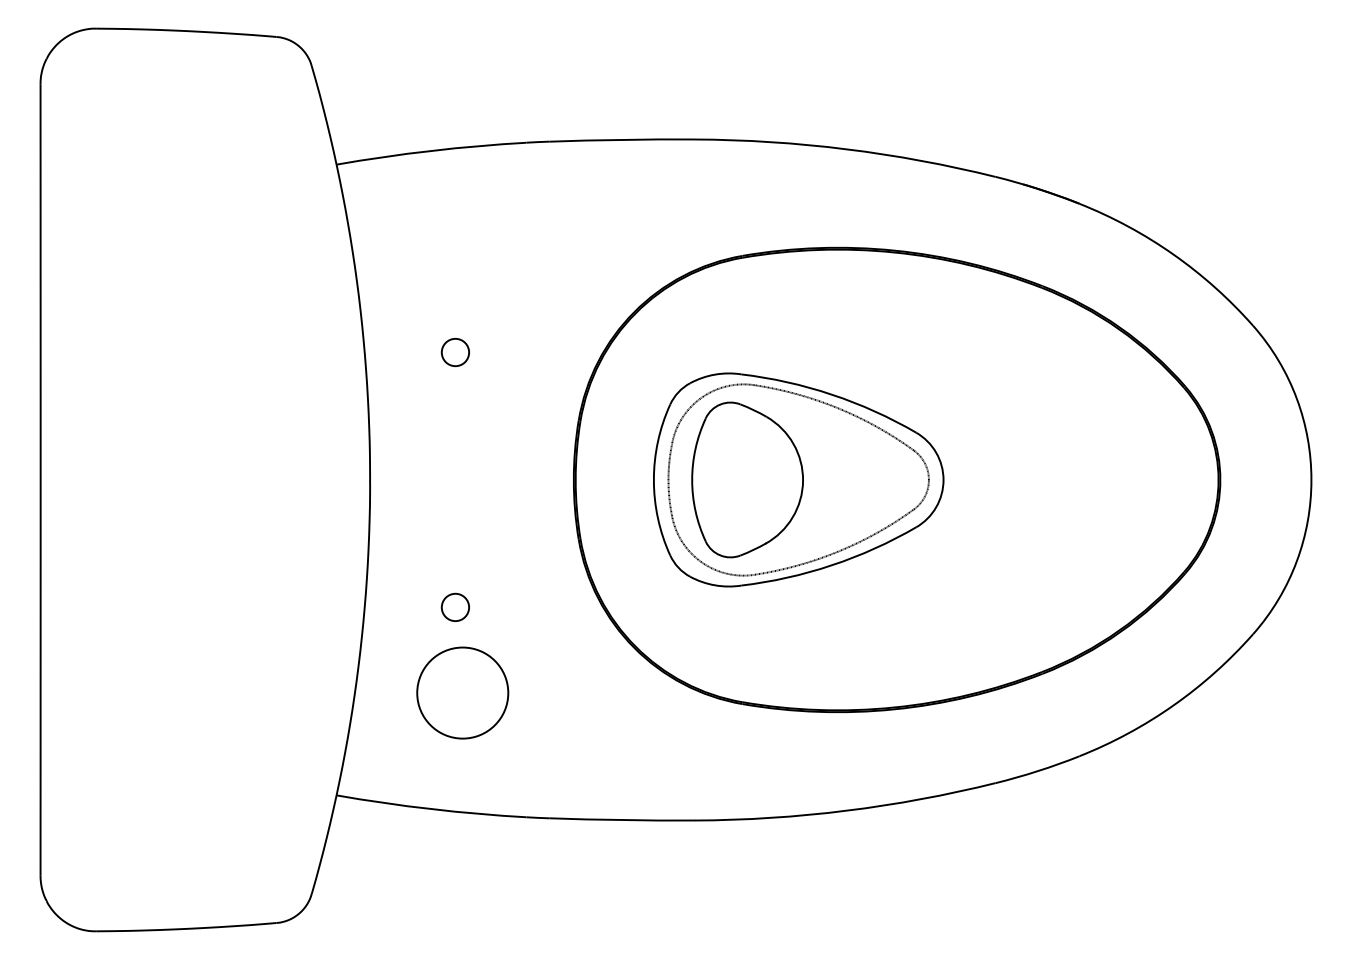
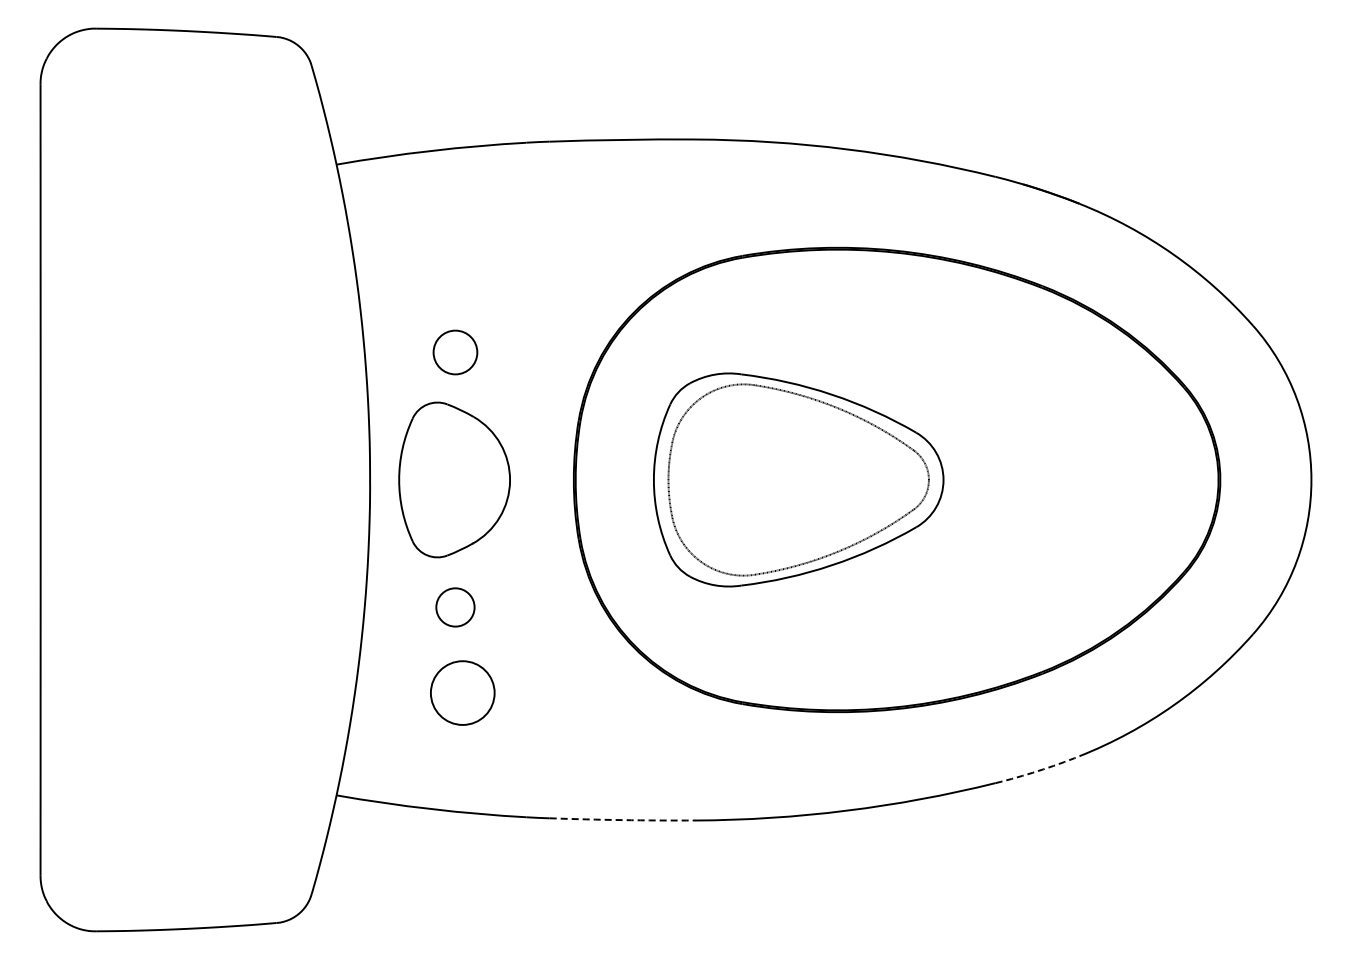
circle at (455, 352) diameter: 27 px -> 44 px
part at (747, 479) position: (747, 479) -> (454, 479)
circle at (455, 607) diameter: 27 px -> 38 px
circle at (462, 692) diameter: 91 px -> 64 px
arc at (1038, 771): solid -> dashed
arc at (622, 820): solid -> dashed
